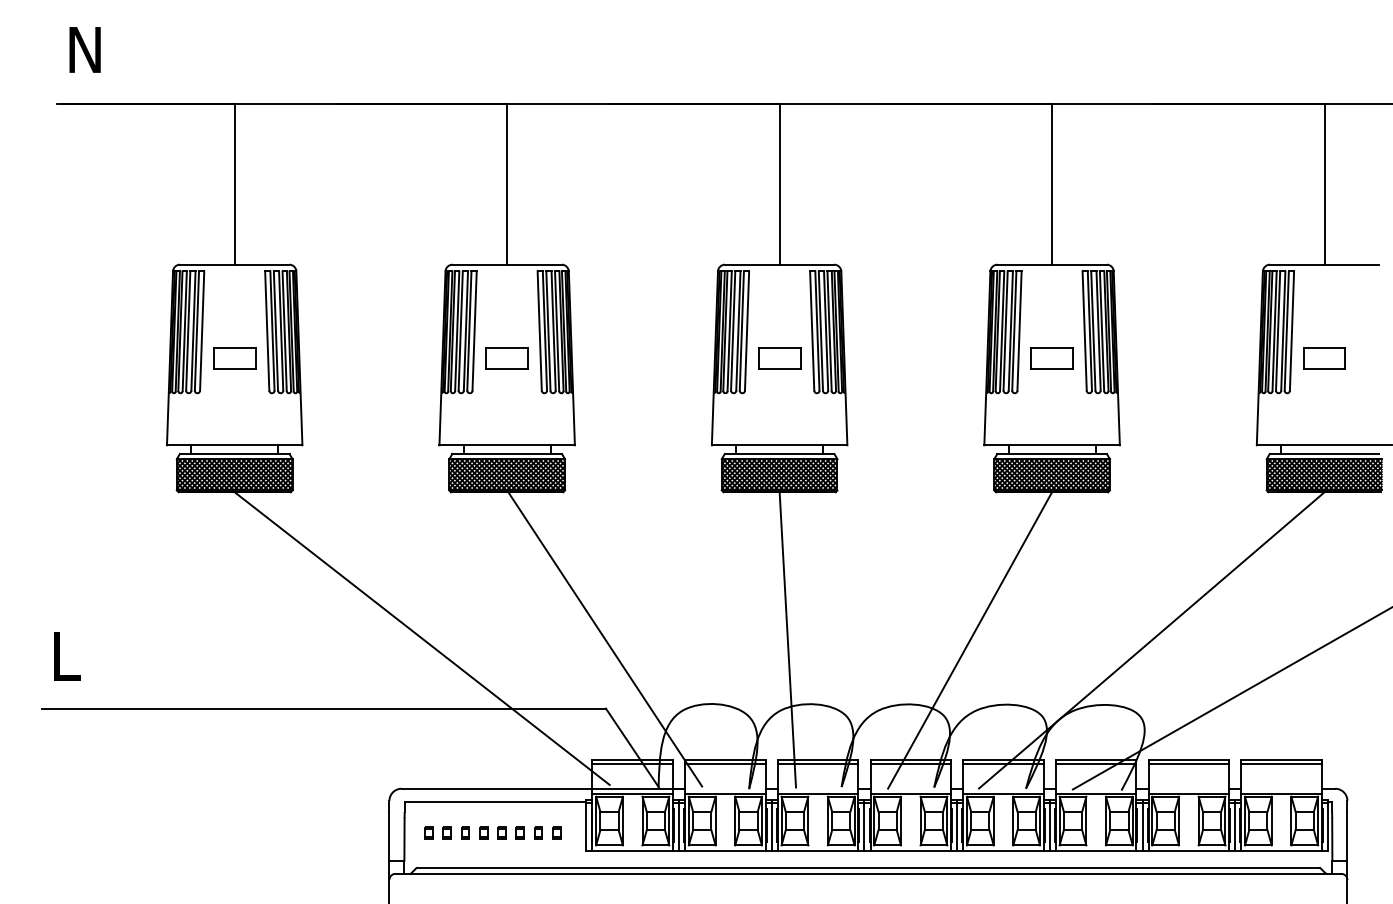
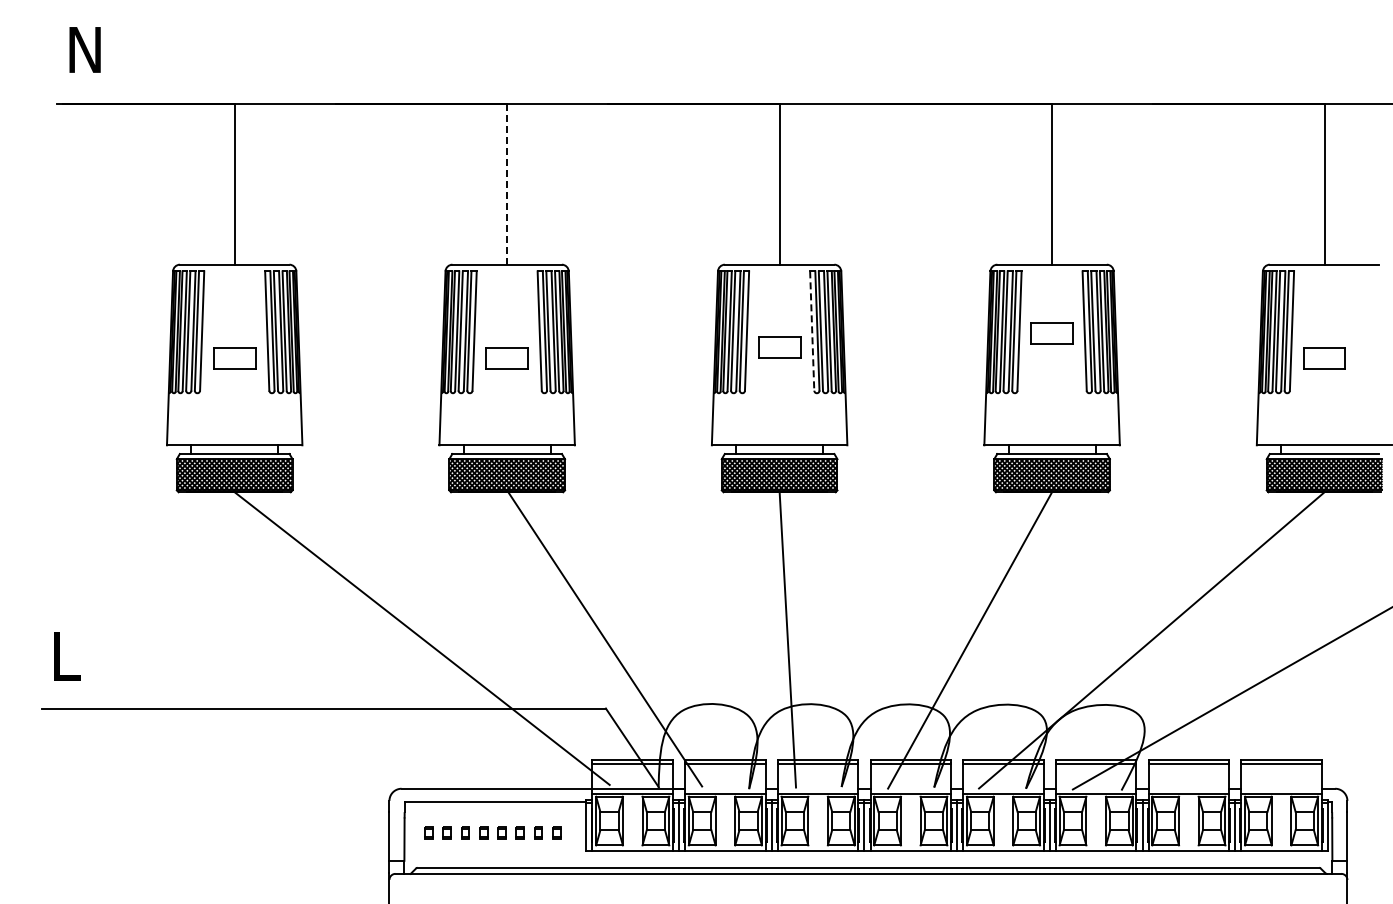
line at (507, 184): solid -> dashed
line at (812, 331): solid -> dashed
part at (779, 358) position: (779, 358) -> (779, 347)
part at (1051, 358) position: (1051, 358) -> (1051, 333)
